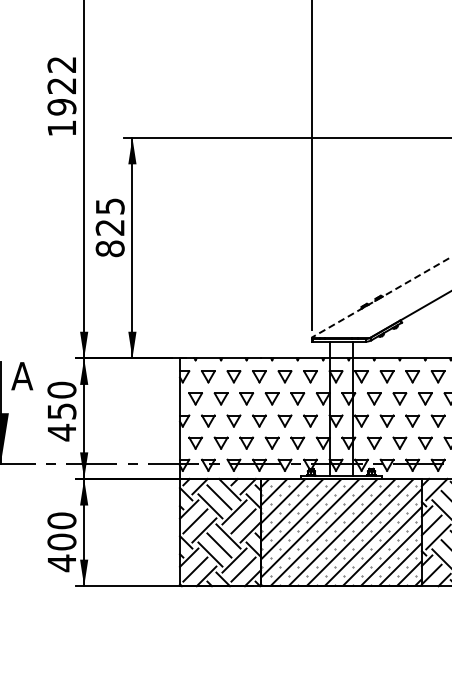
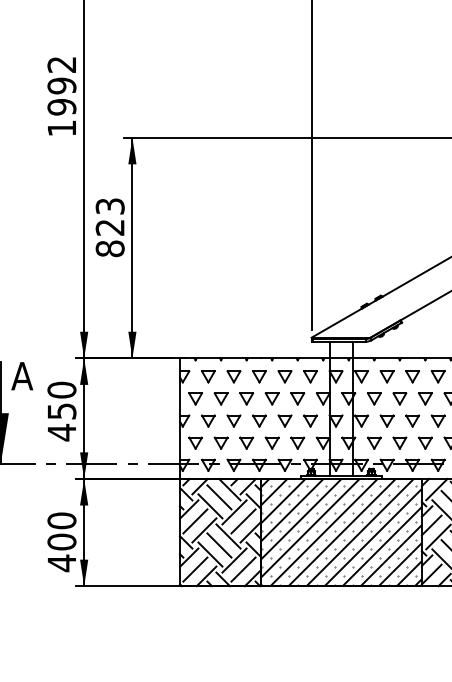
text at (61, 85): 1922 -> 1992
text at (109, 205): 825 -> 823
line at (381, 297): dashed -> solid
